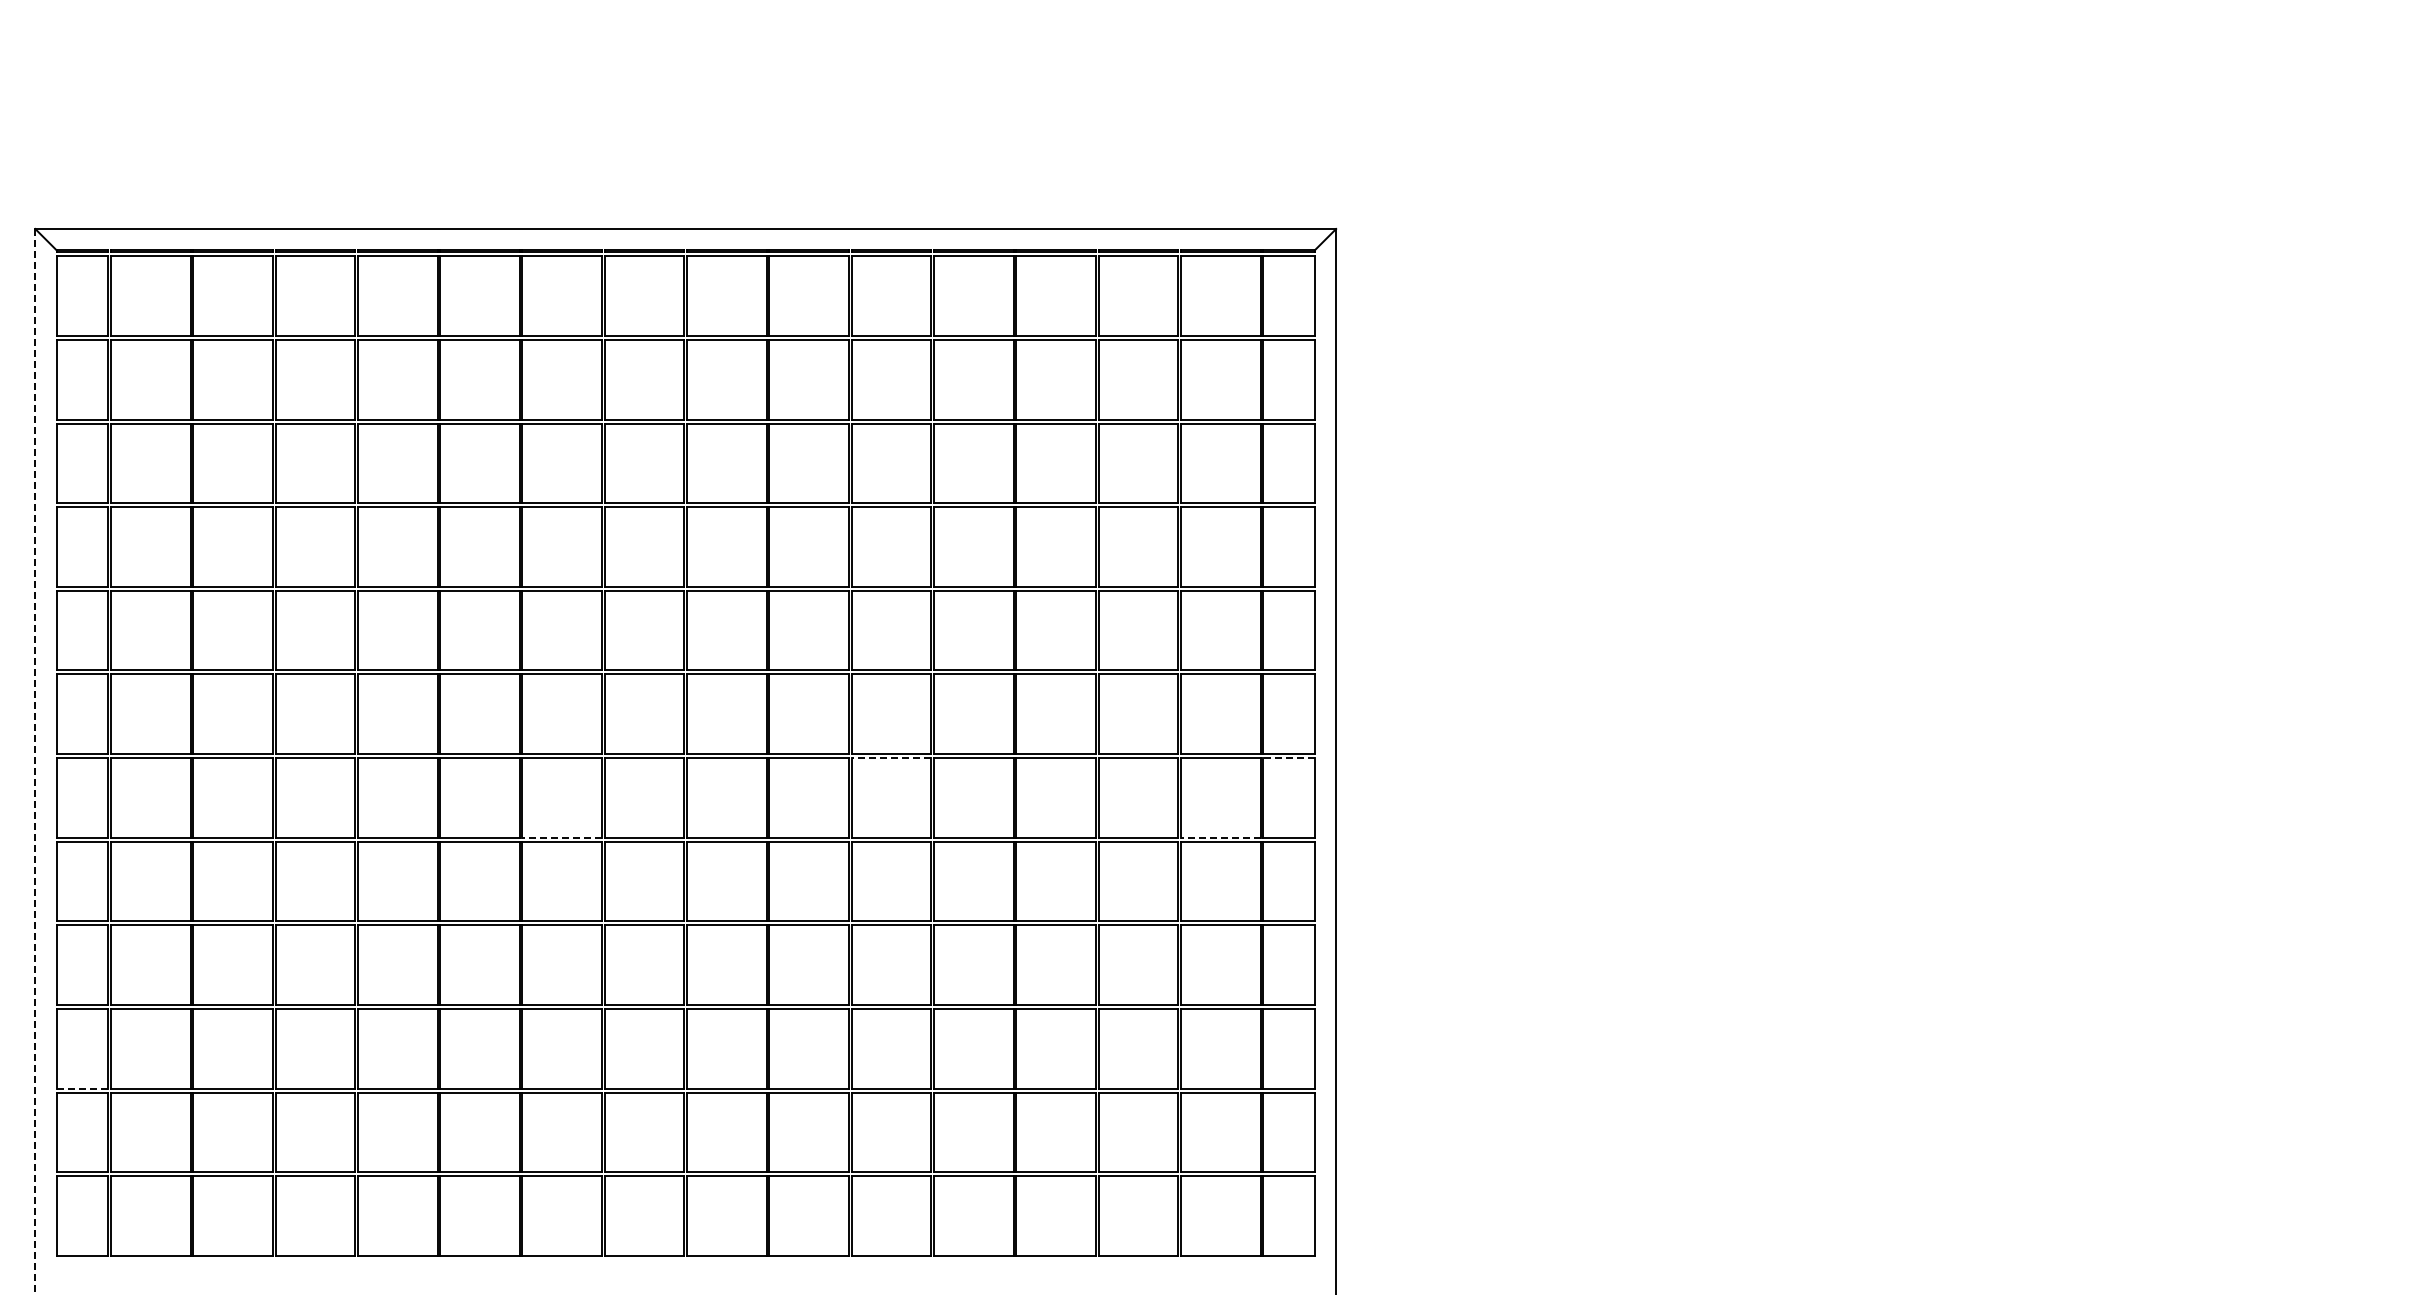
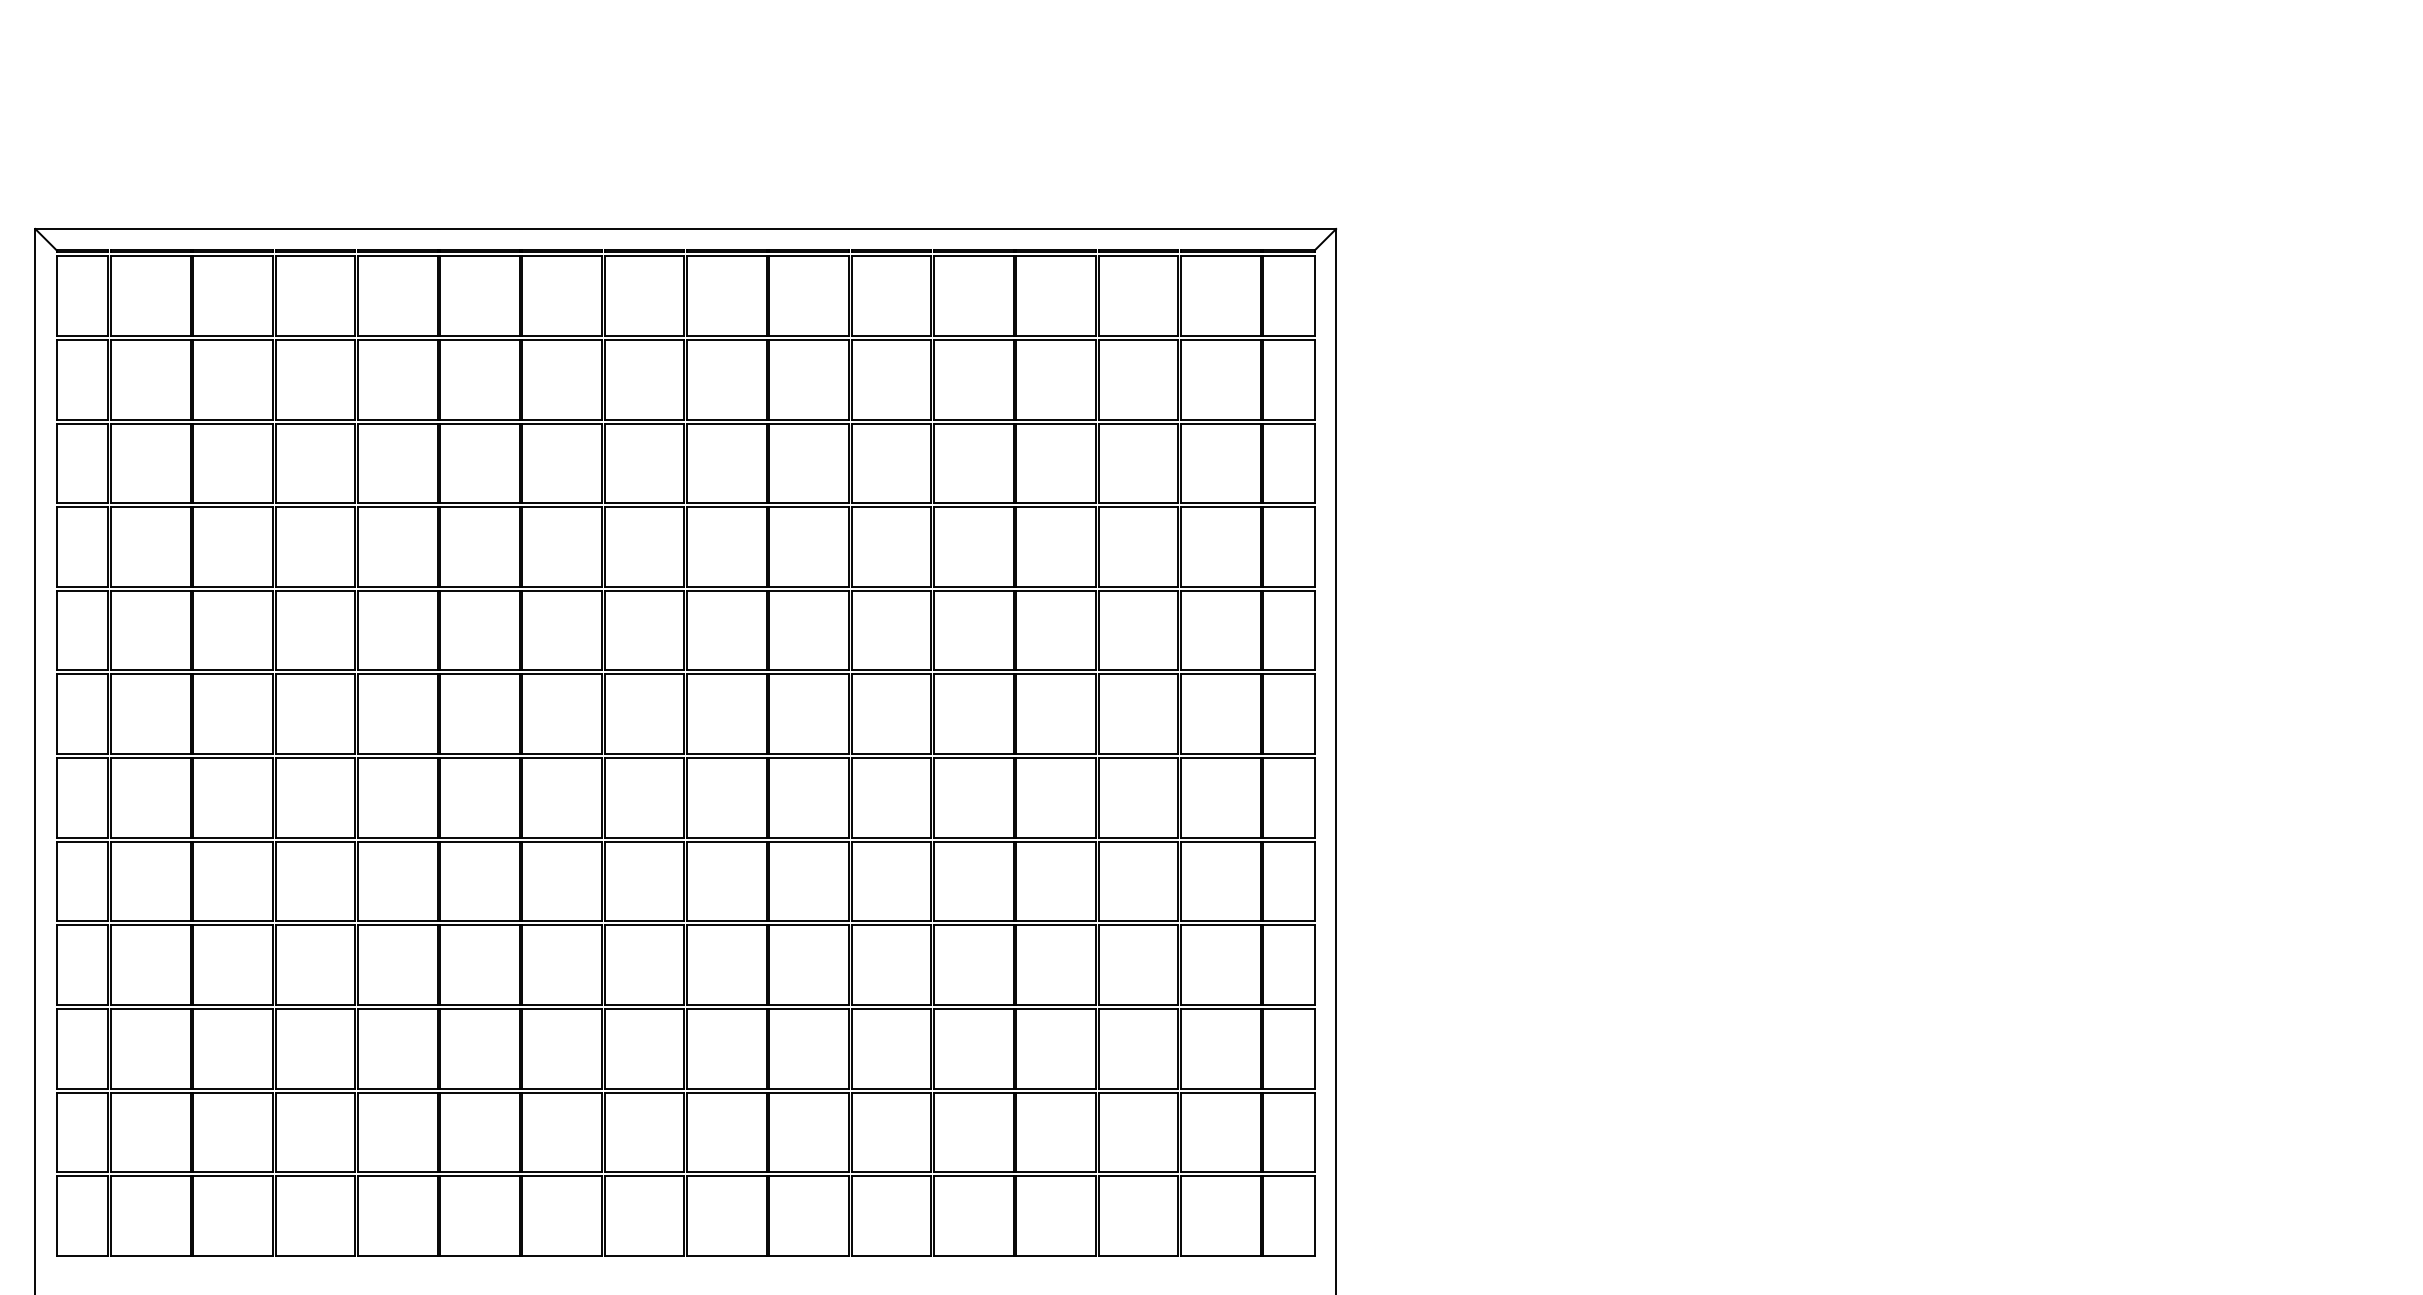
line at (891, 758): dashed -> solid
line at (1289, 758): dashed -> solid
line at (35, 761): dashed -> solid
line at (562, 837): dashed -> solid
line at (1220, 837): dashed -> solid
line at (82, 1088): dashed -> solid
